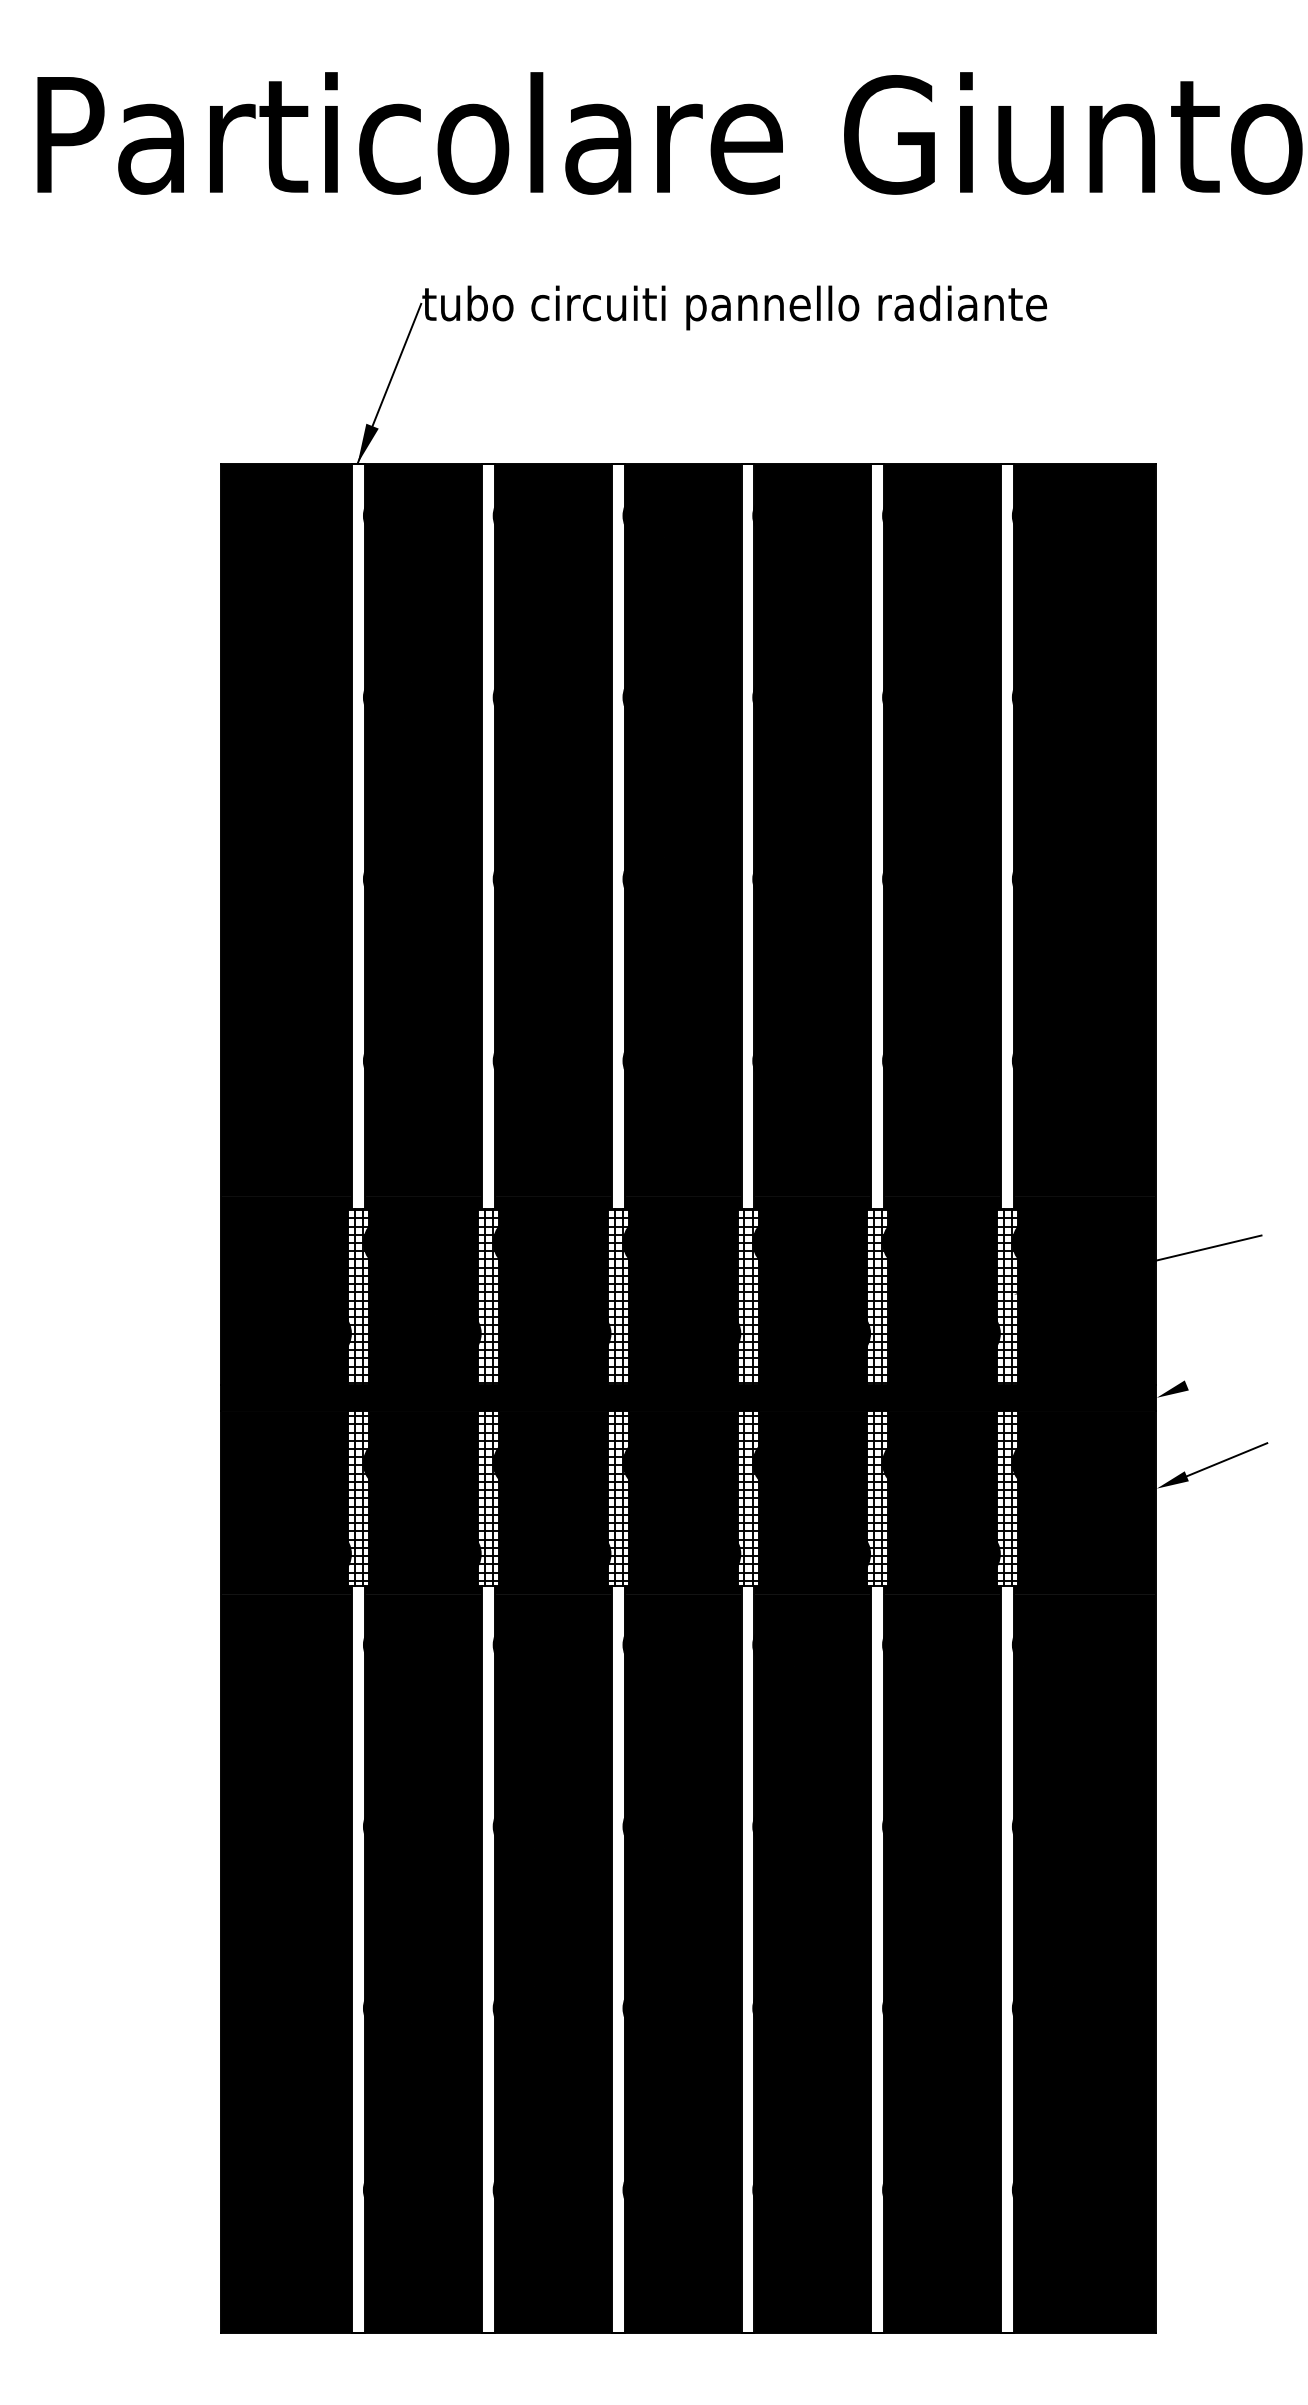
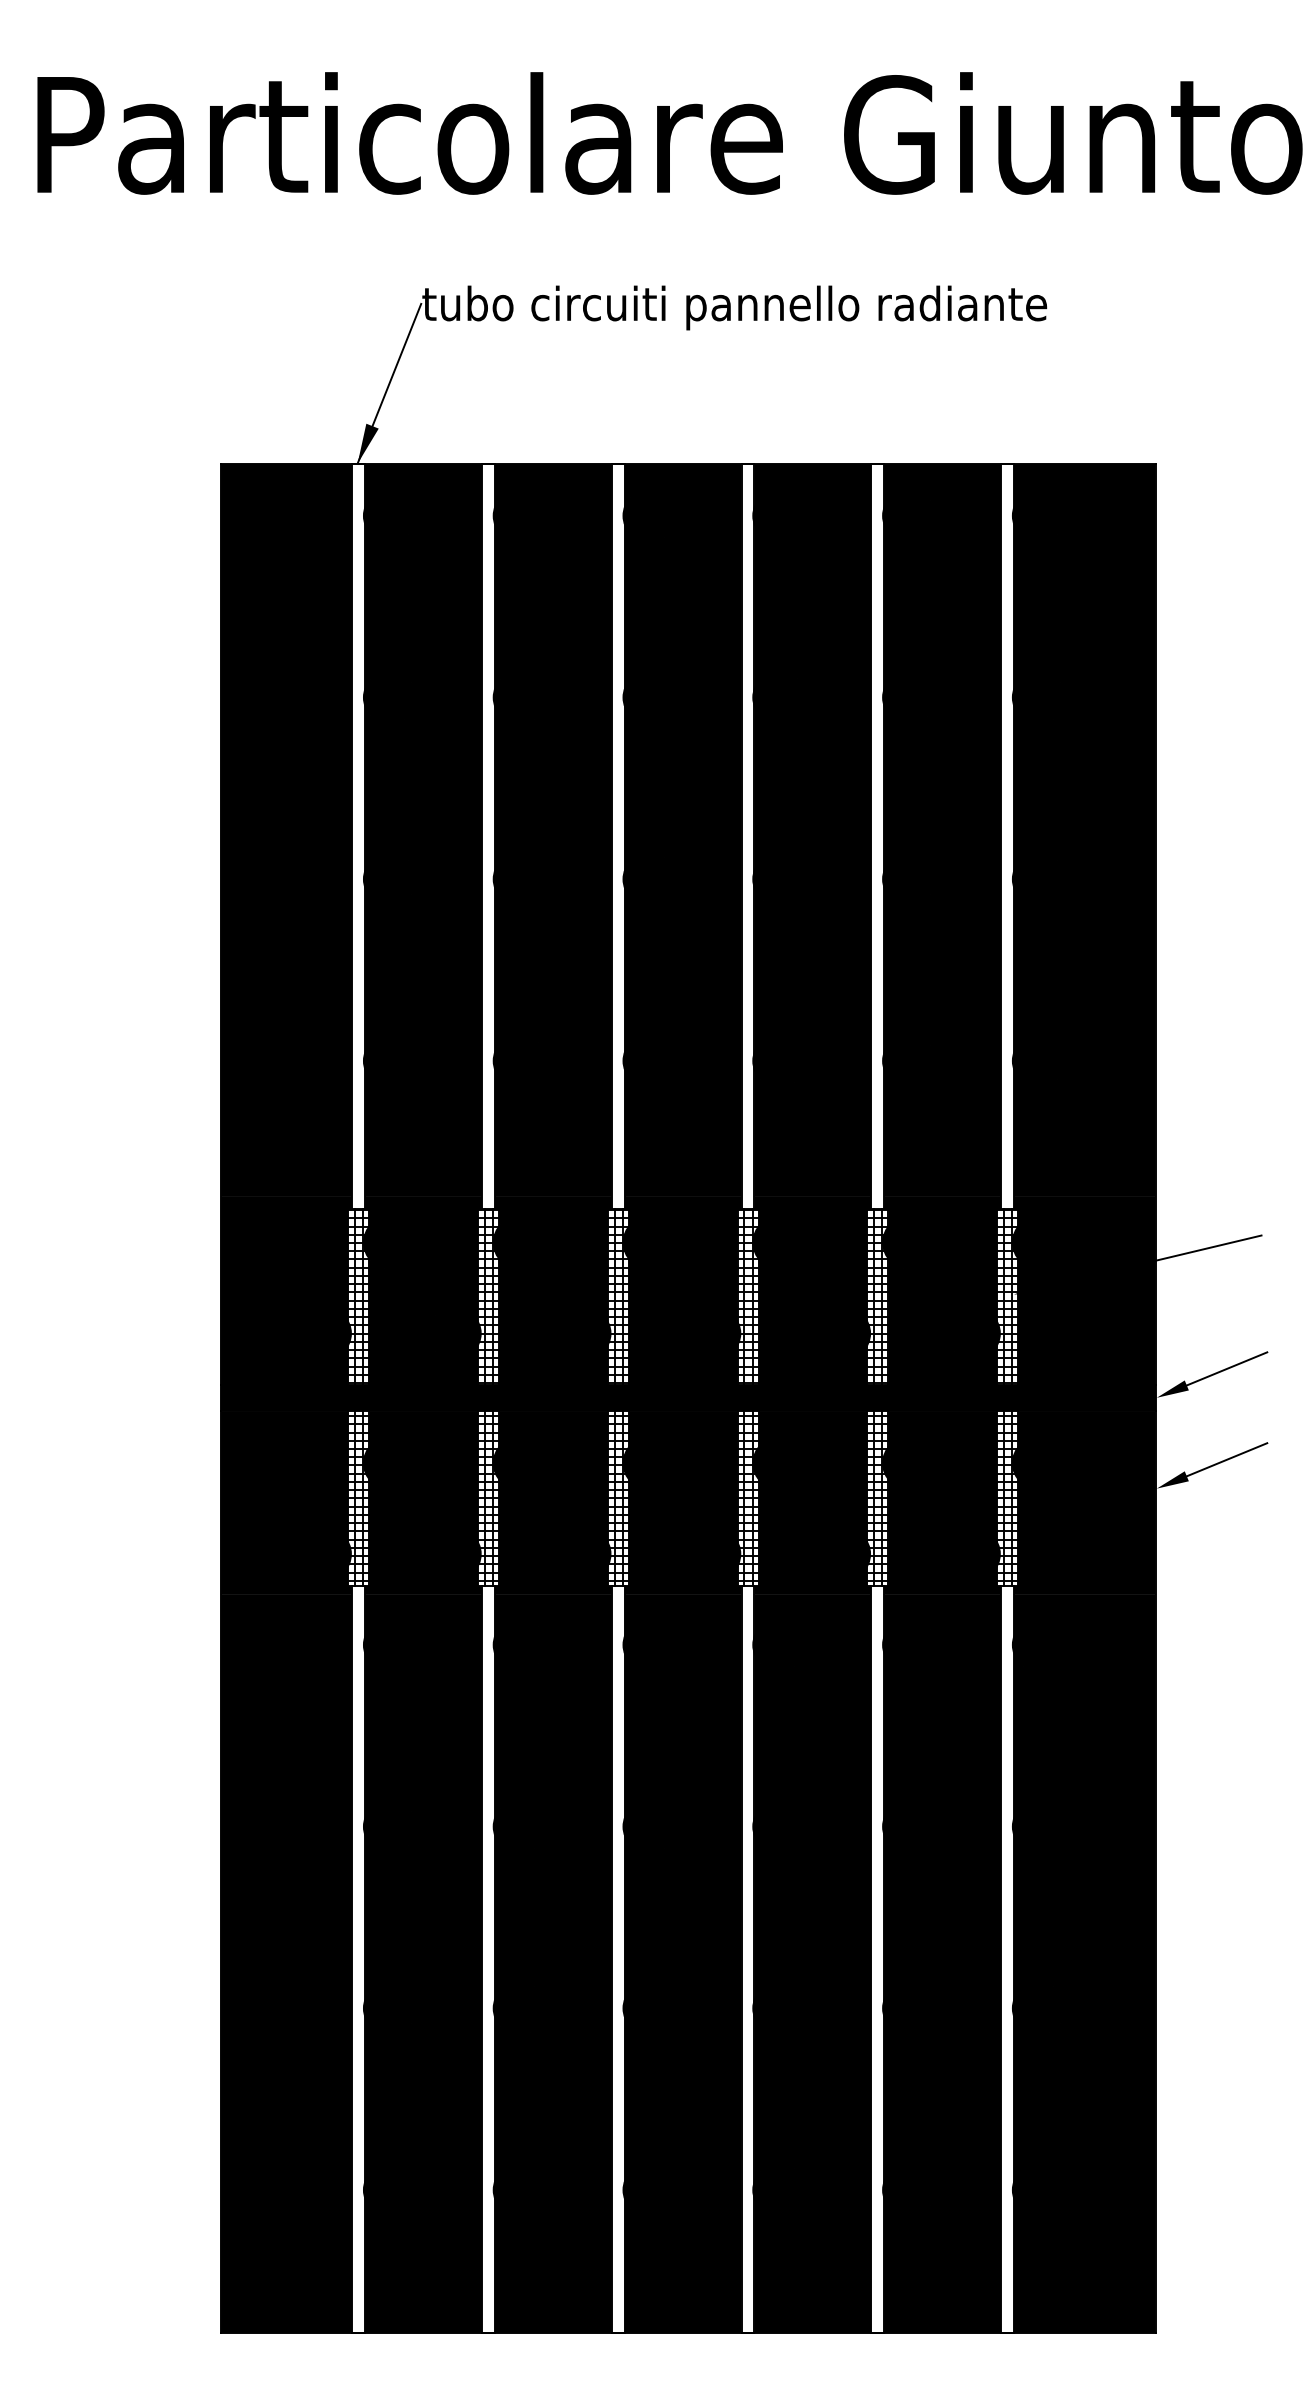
line at (1226, 1368): none -> present
